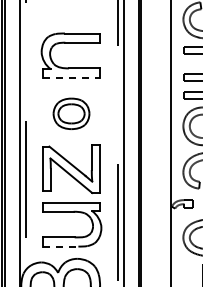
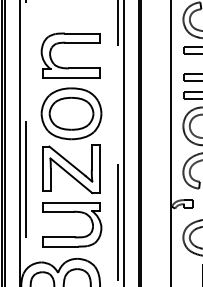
line at (71, 77): dashed -> solid
part at (71, 113) size: 39x33 px -> 63x54 px
line at (60, 246): dashed -> solid
